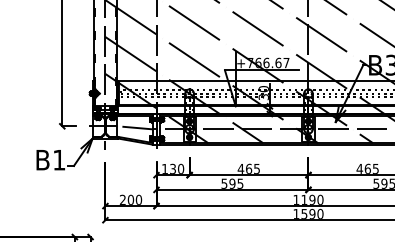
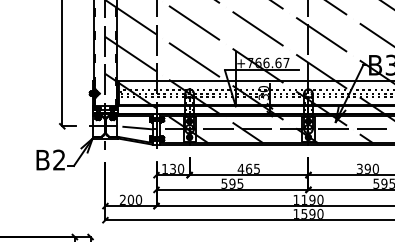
text at (59, 159): B1 -> B2
text at (367, 168): 465 -> 390
